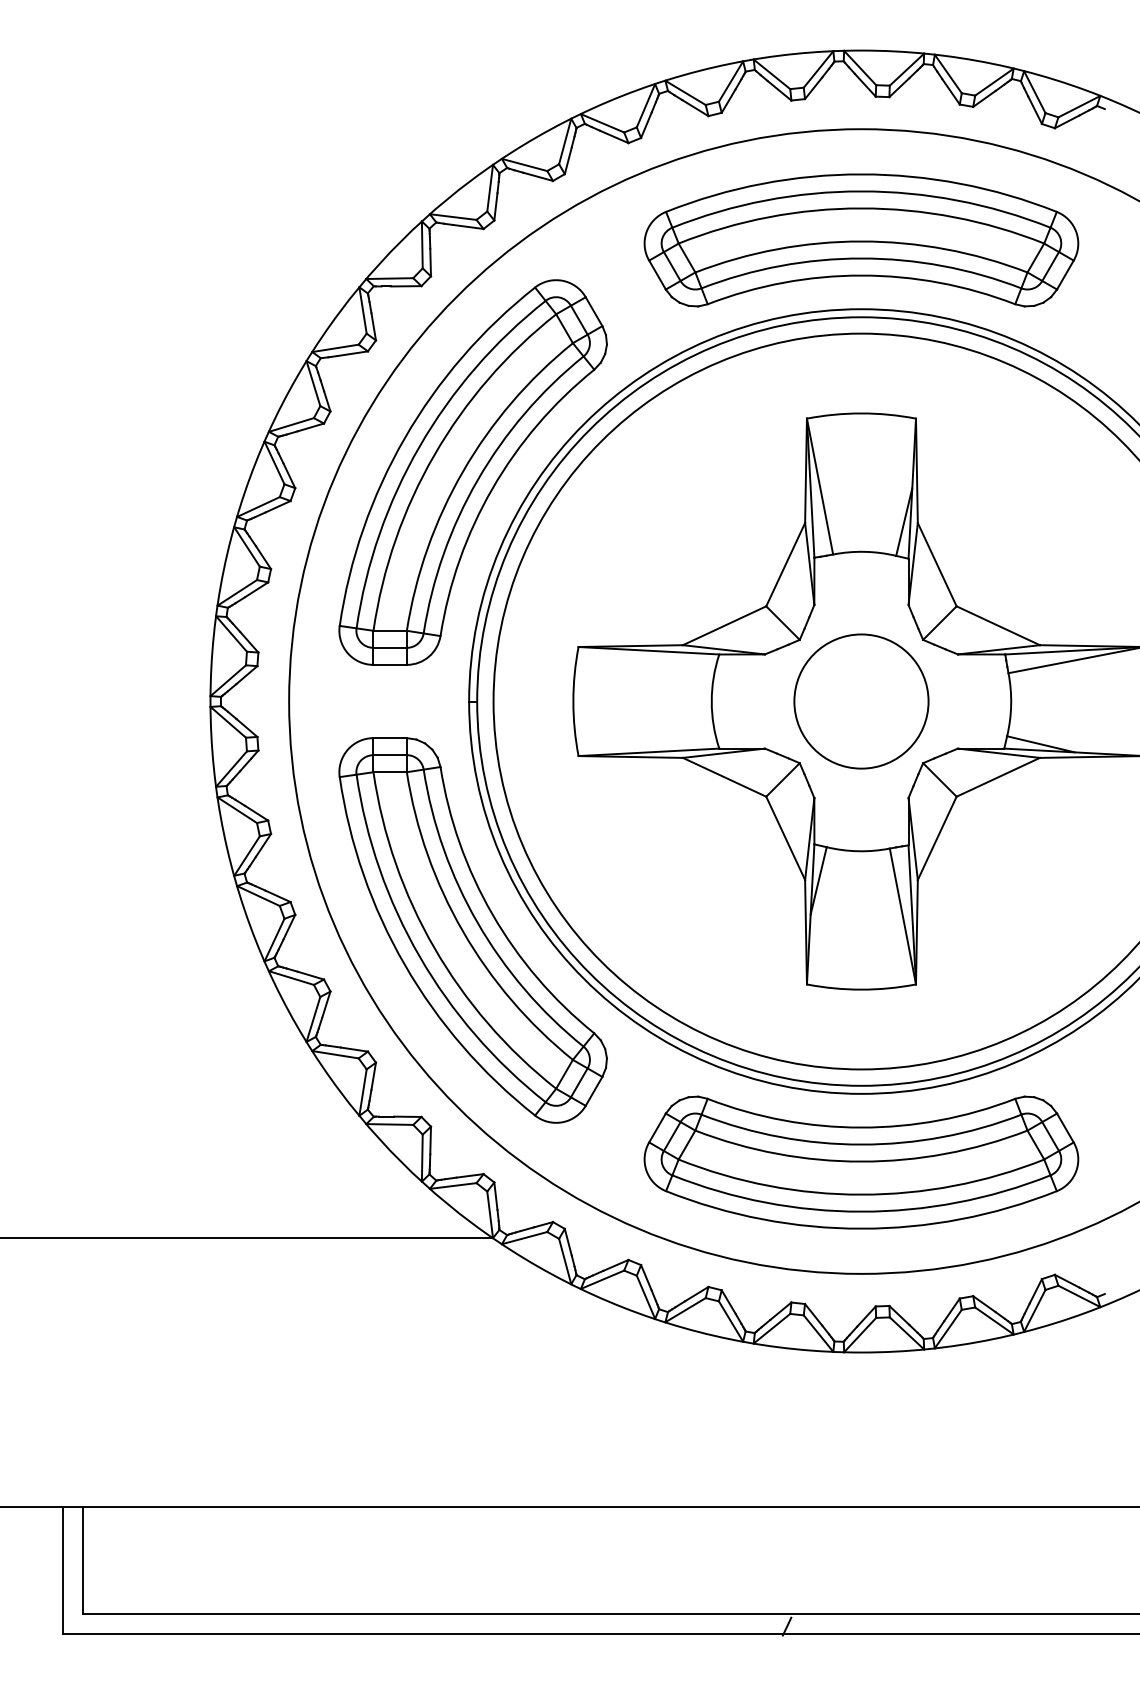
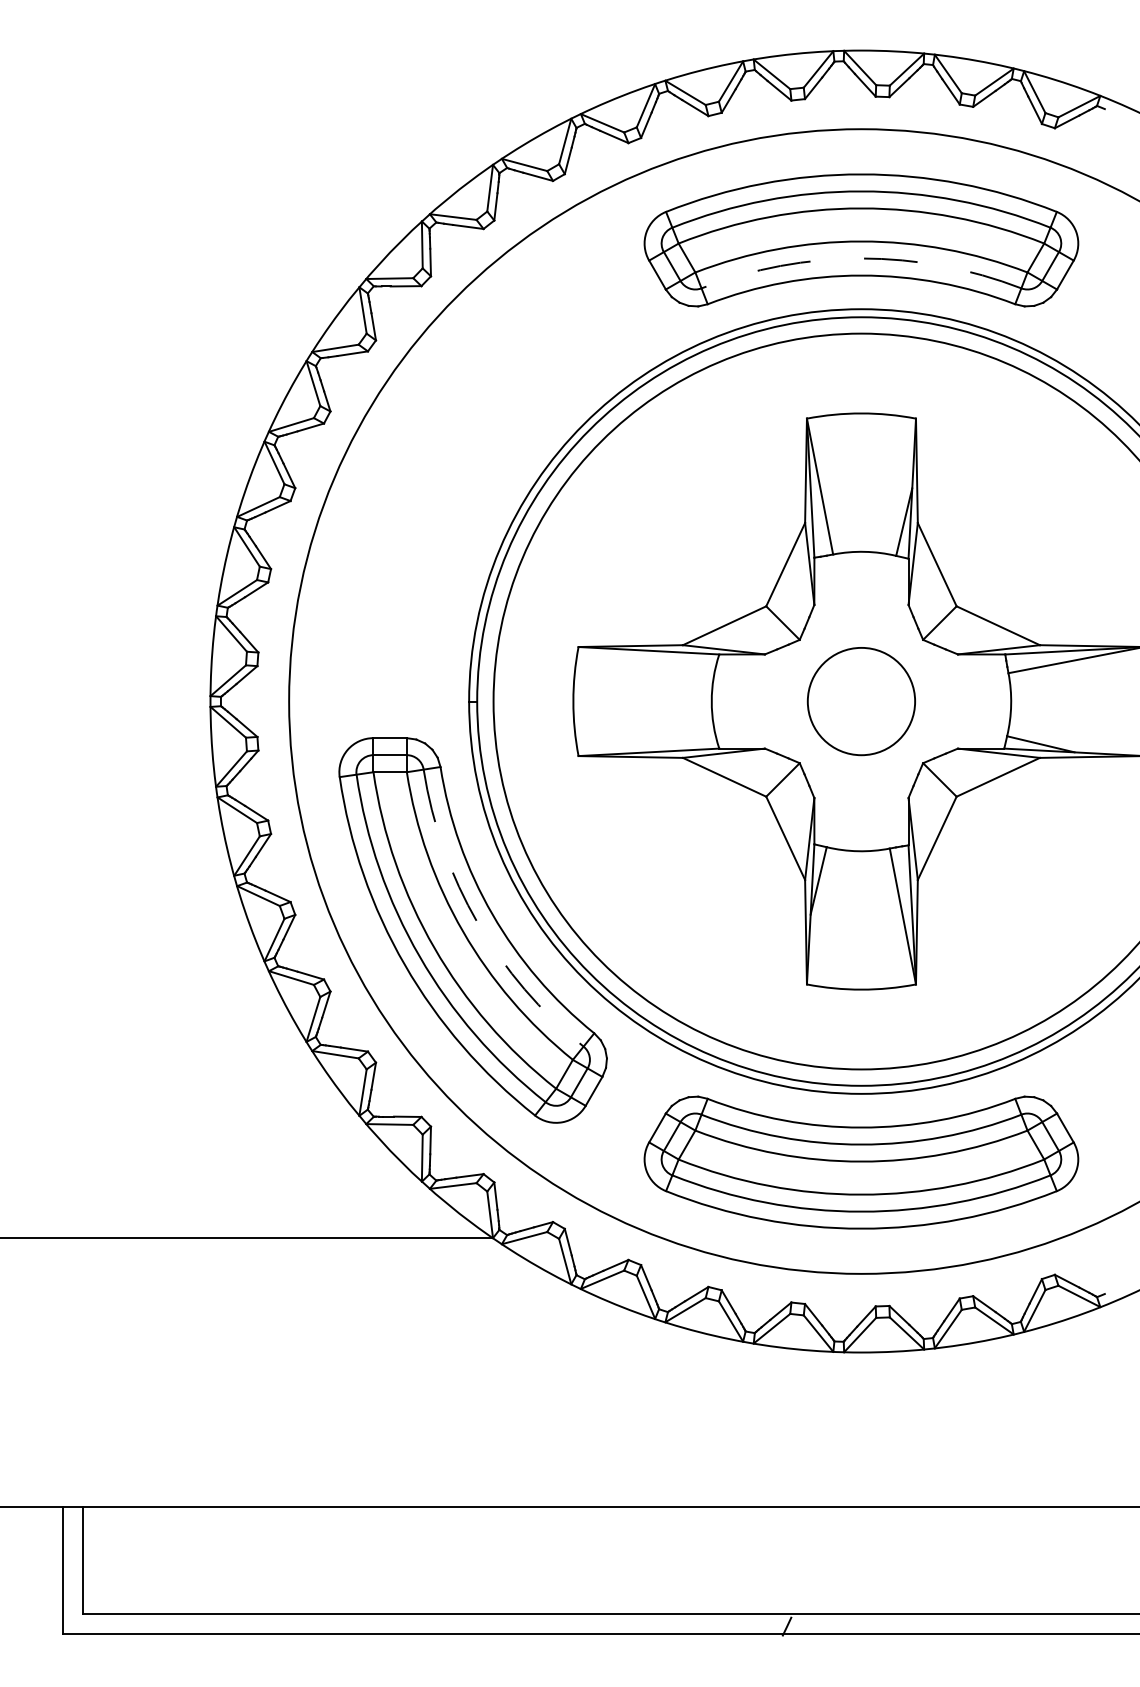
arc at (861, 258): solid -> dashed
part at (472, 472): present -> none
circle at (861, 701) diameter: 134 px -> 107 px
arc at (477, 923): solid -> dashed
